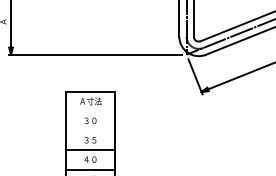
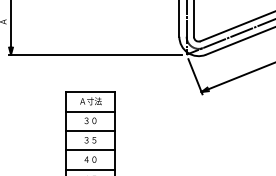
line at (90, 111): none -> present
line at (90, 130): none -> present
